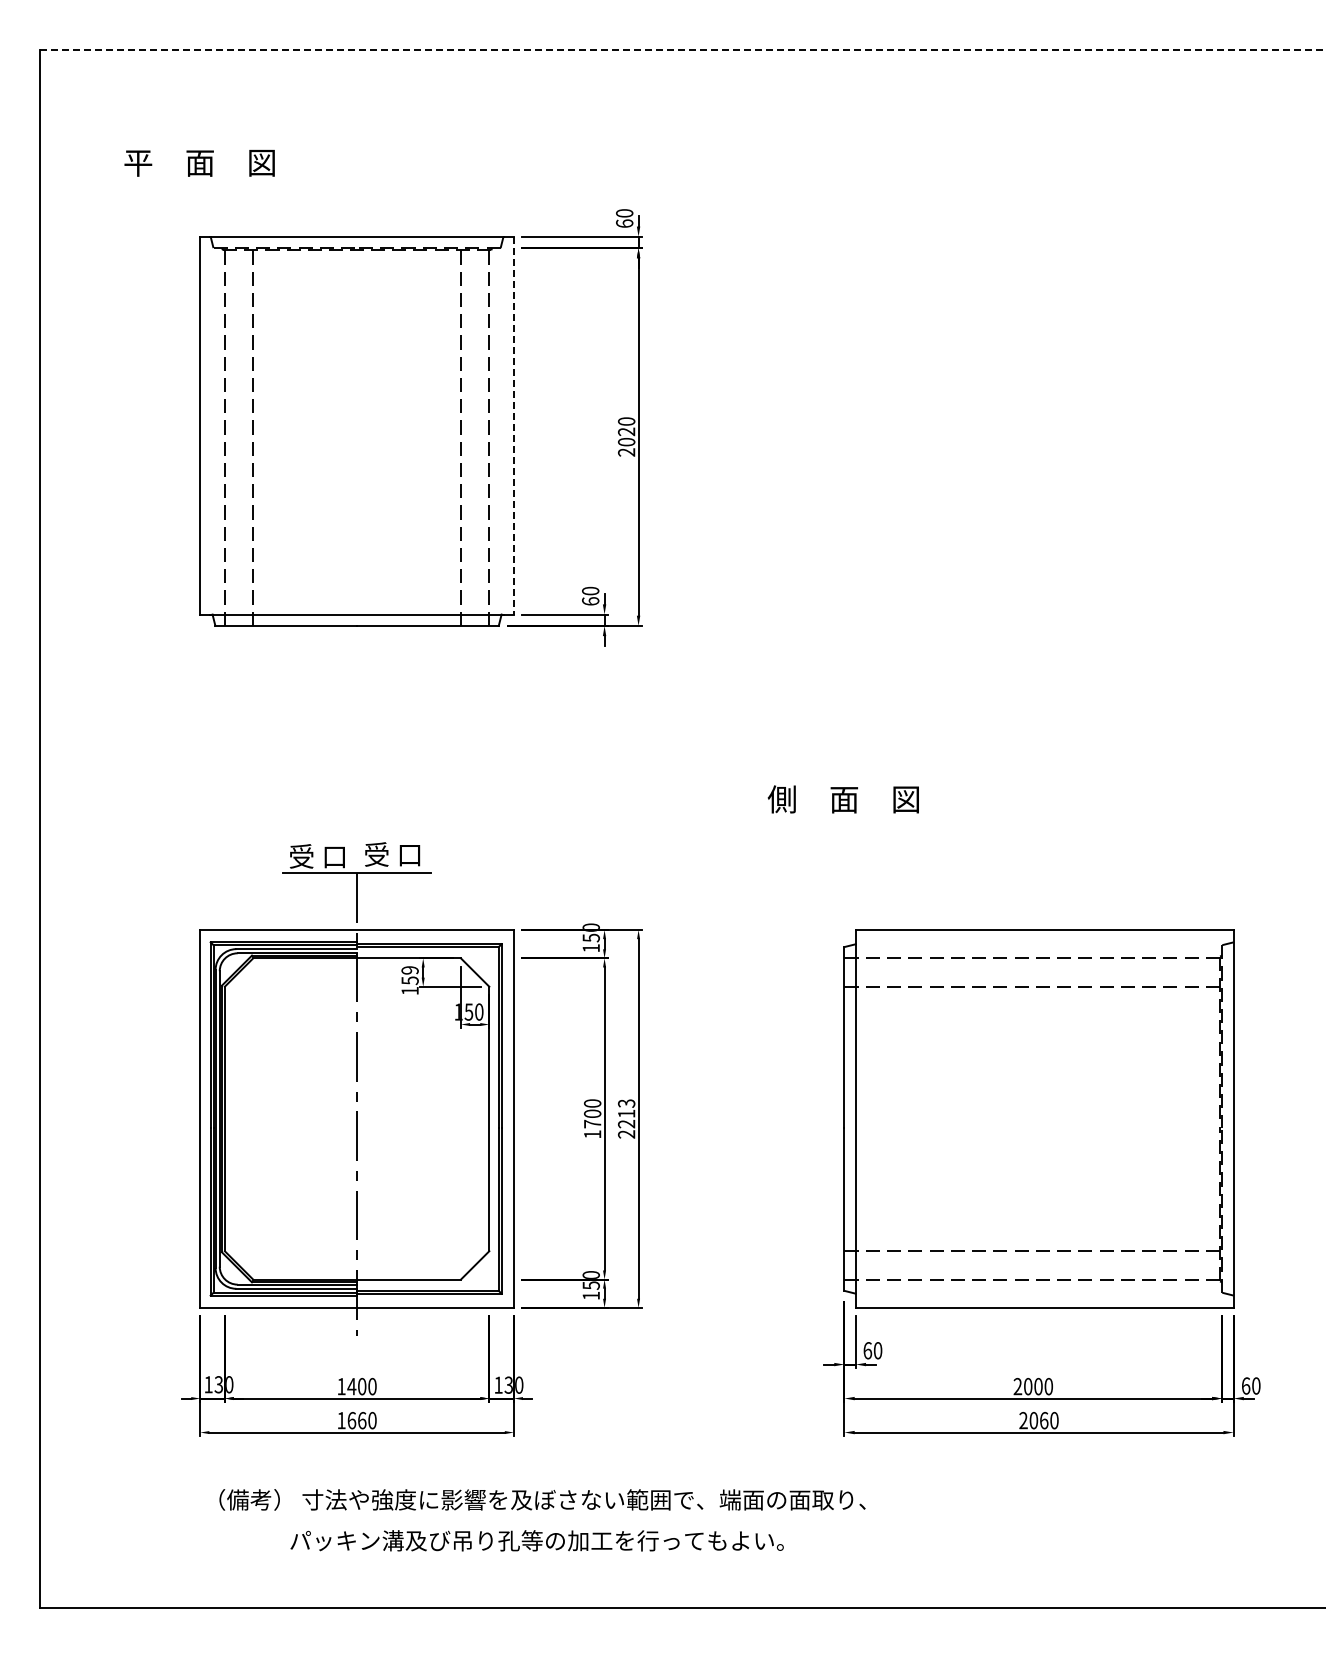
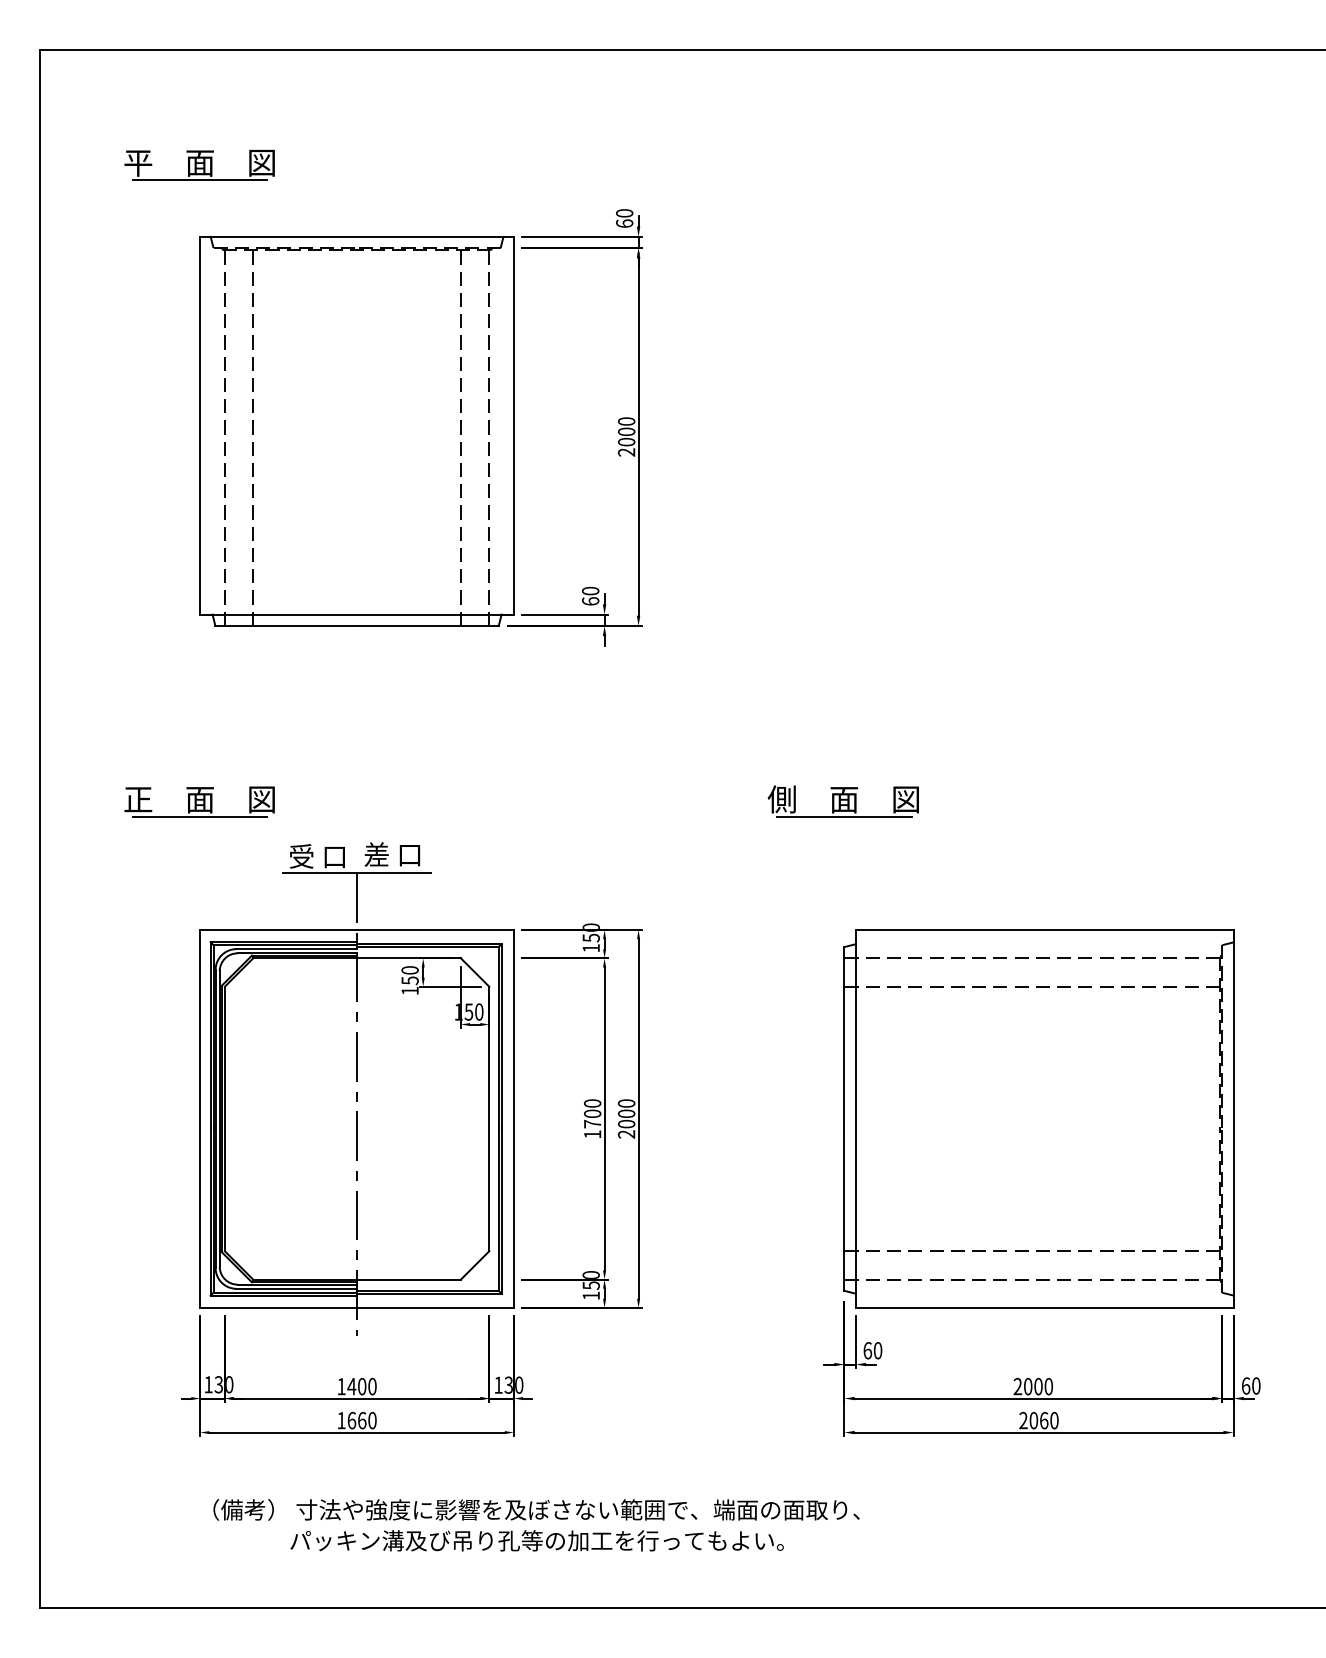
line at (682, 49): dashed -> solid
line at (200, 180): none -> present
line at (513, 425): dashed -> solid
text at (626, 431): 2020 -> 2000
part at (199, 801): none -> present
line at (844, 816): none -> present
text at (376, 854): 受 口 -> 差 口
text at (409, 970): 159 -> 150
text at (626, 1113): 2213 -> 2000
text at (542, 1499) position: (542, 1499) -> (536, 1509)
